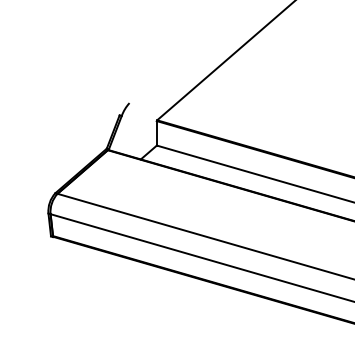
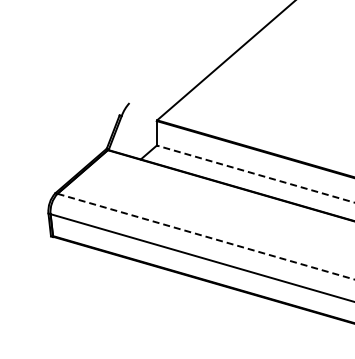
line at (255, 174): solid -> dashed
line at (206, 236): solid -> dashed
